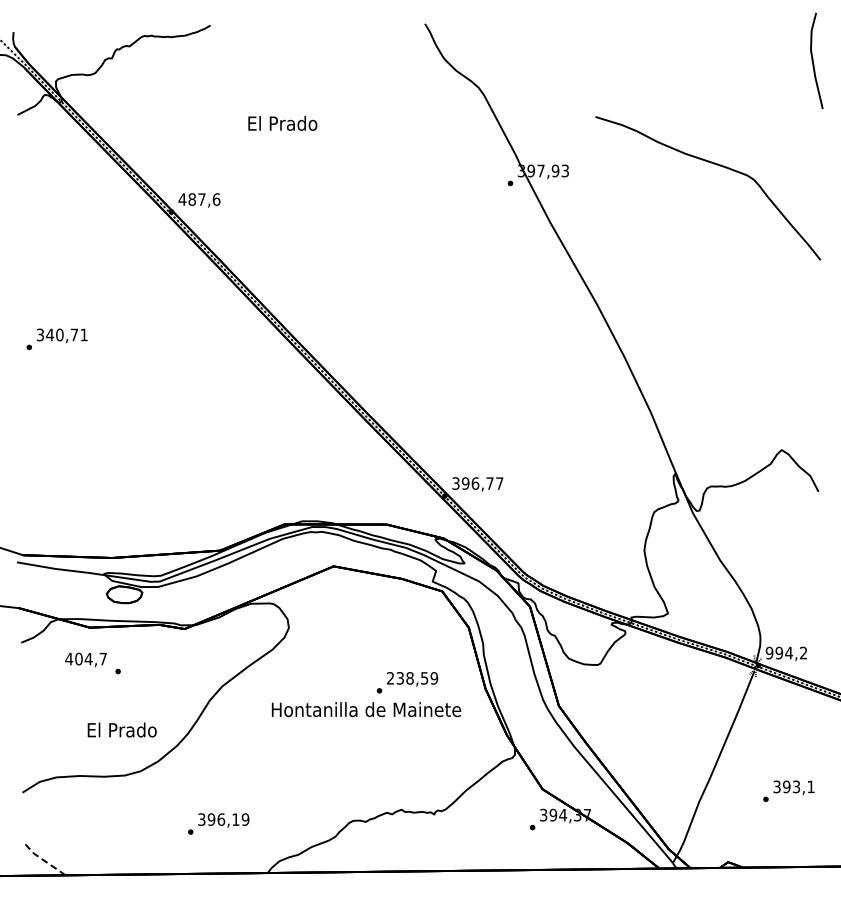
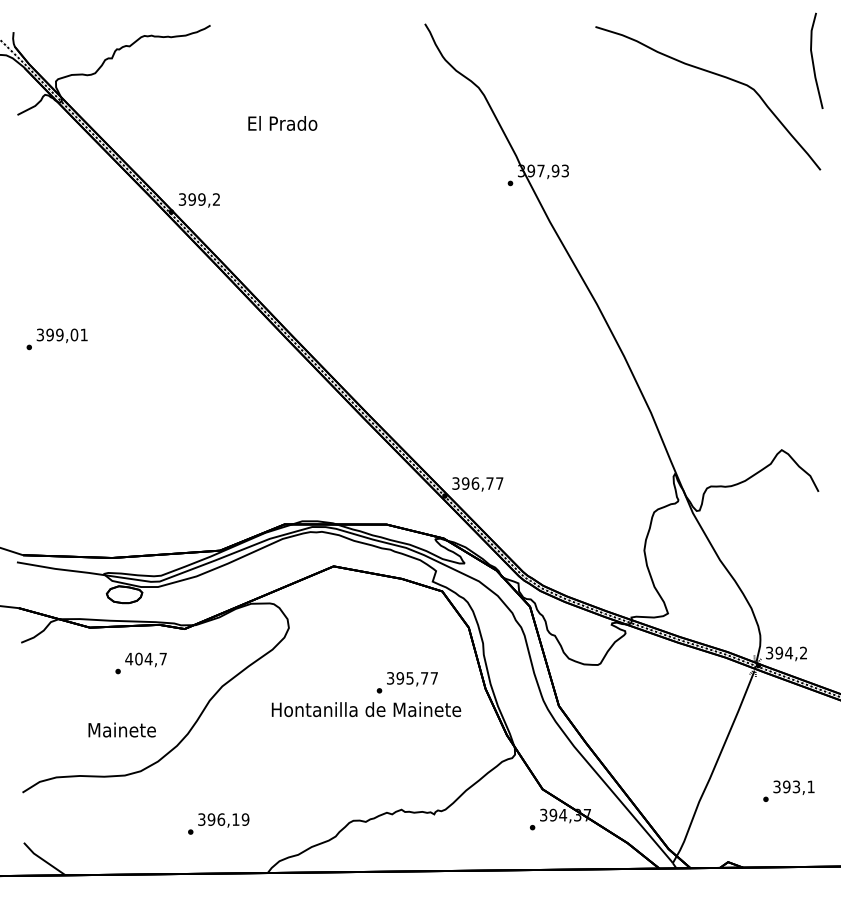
curve at (716, 165) position: (716, 165) -> (716, 75)
text at (199, 199): 487,6 -> 399,2
text at (62, 334): 340,71 -> 399,01
text at (769, 652): 994,2 -> 394,2
text at (85, 659) position: (85, 659) -> (145, 659)
text at (412, 678): 238,59 -> 395,77
text at (121, 729): El Prado -> Mainete
line at (42, 859): dashed -> solid
